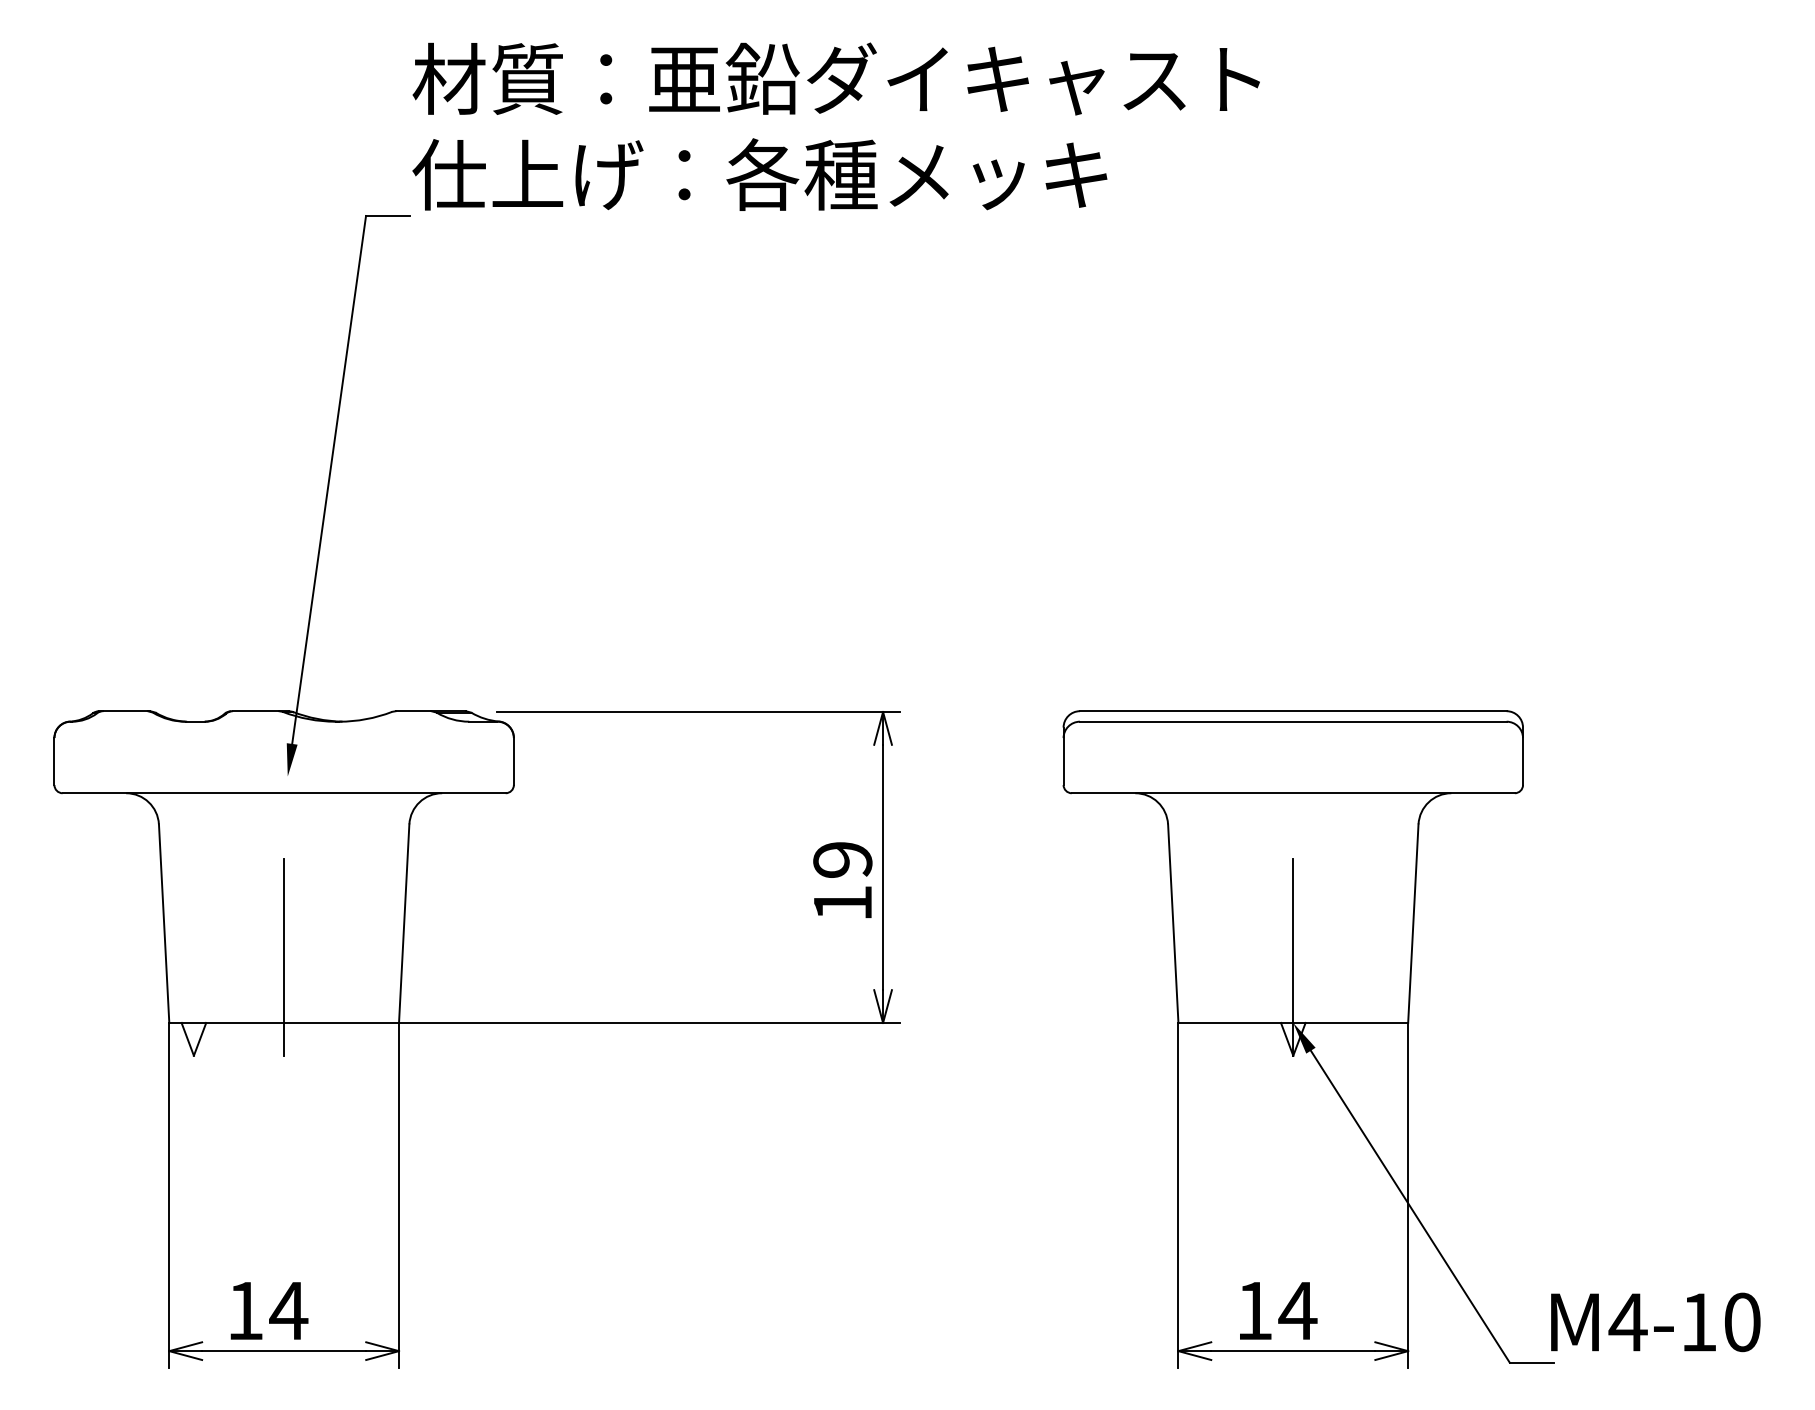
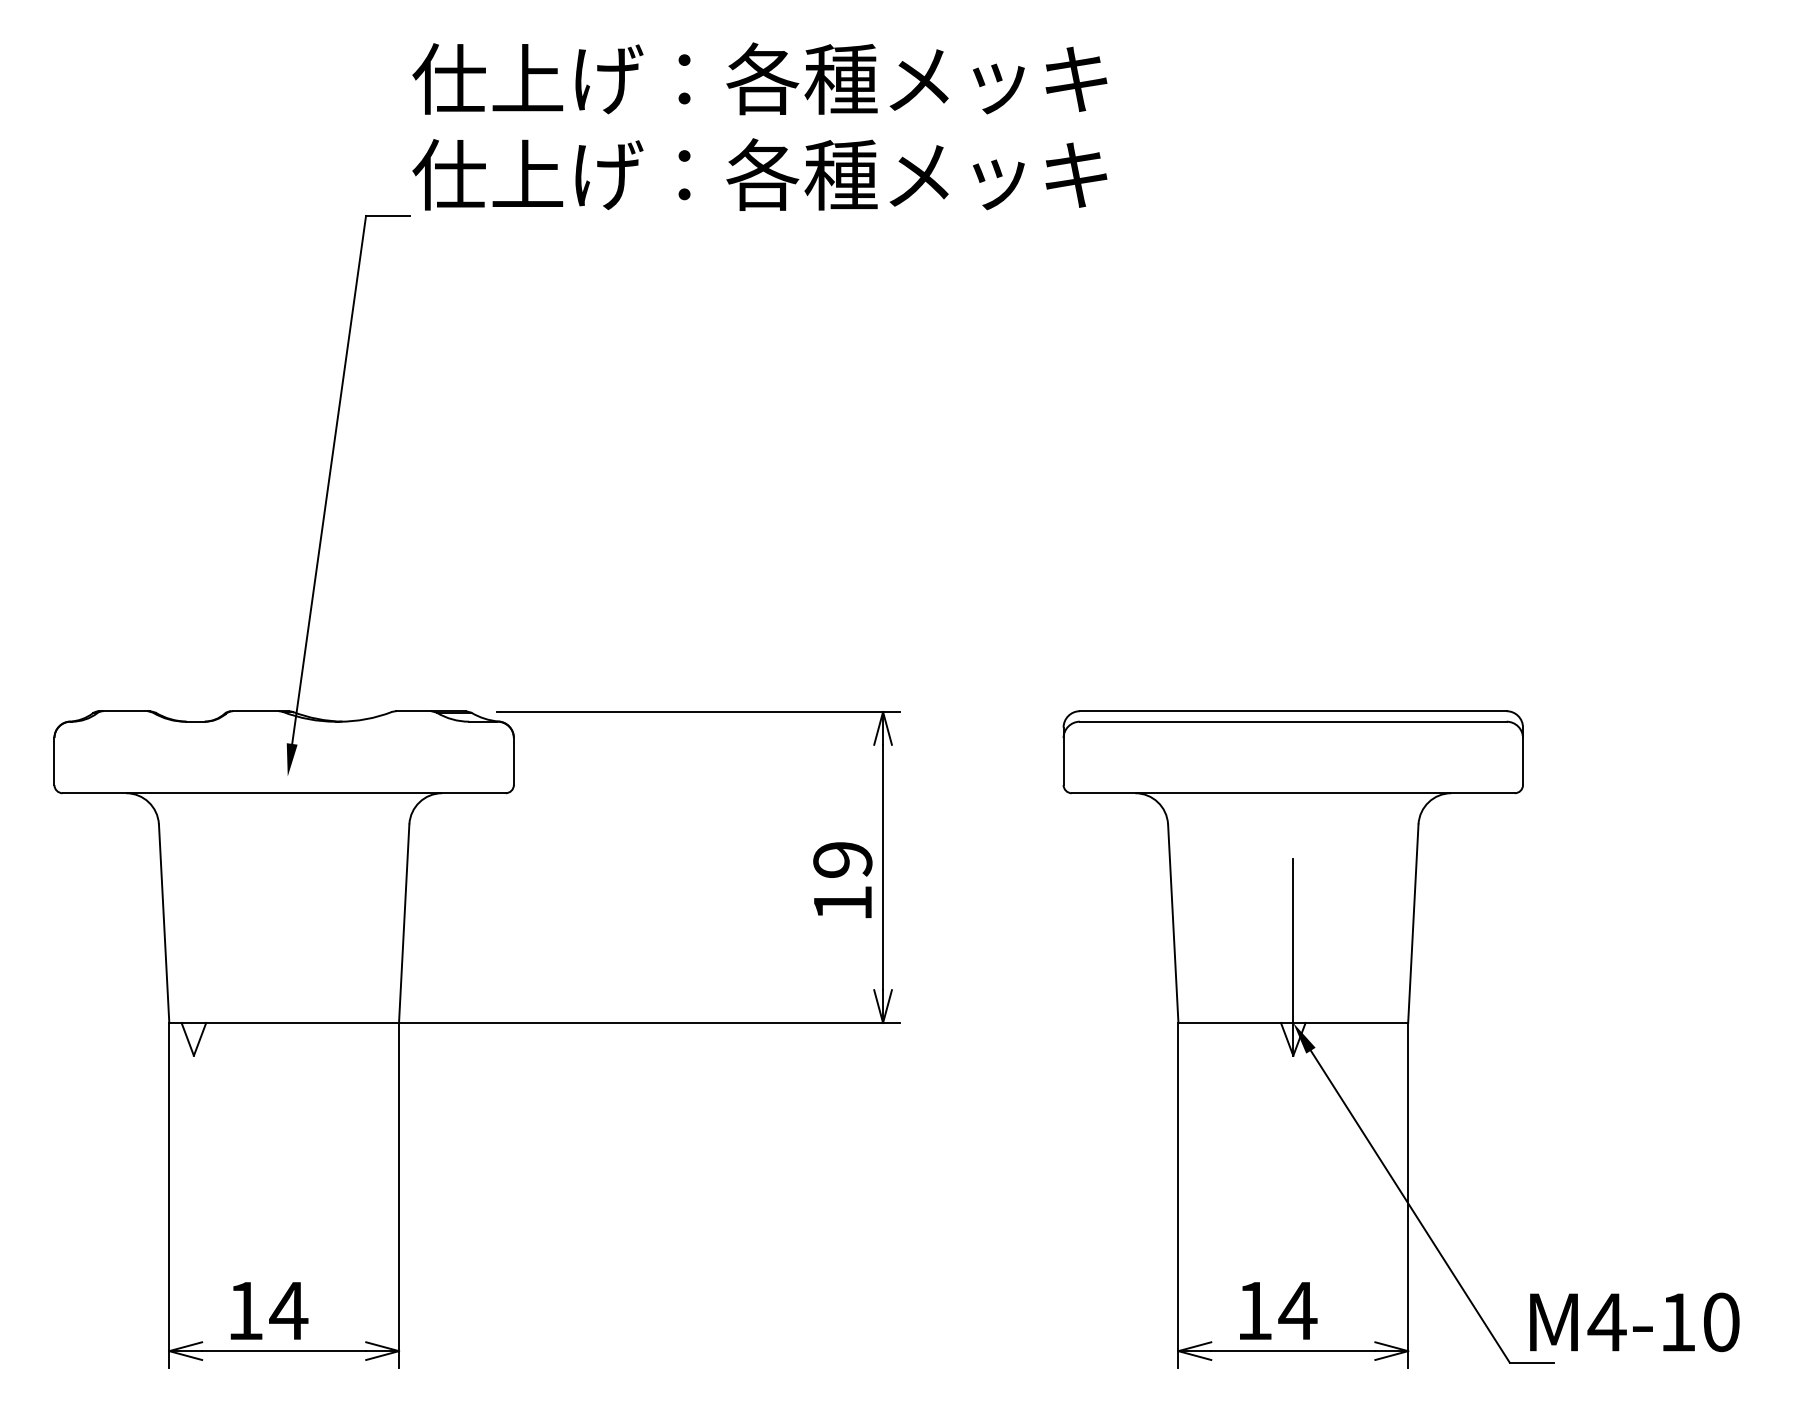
text at (835, 78): 材質：亜鉛ダイキャスト -> 仕上げ：各種メッキ
line at (284, 956): present -> none
text at (1655, 1322) position: (1655, 1322) -> (1634, 1322)
